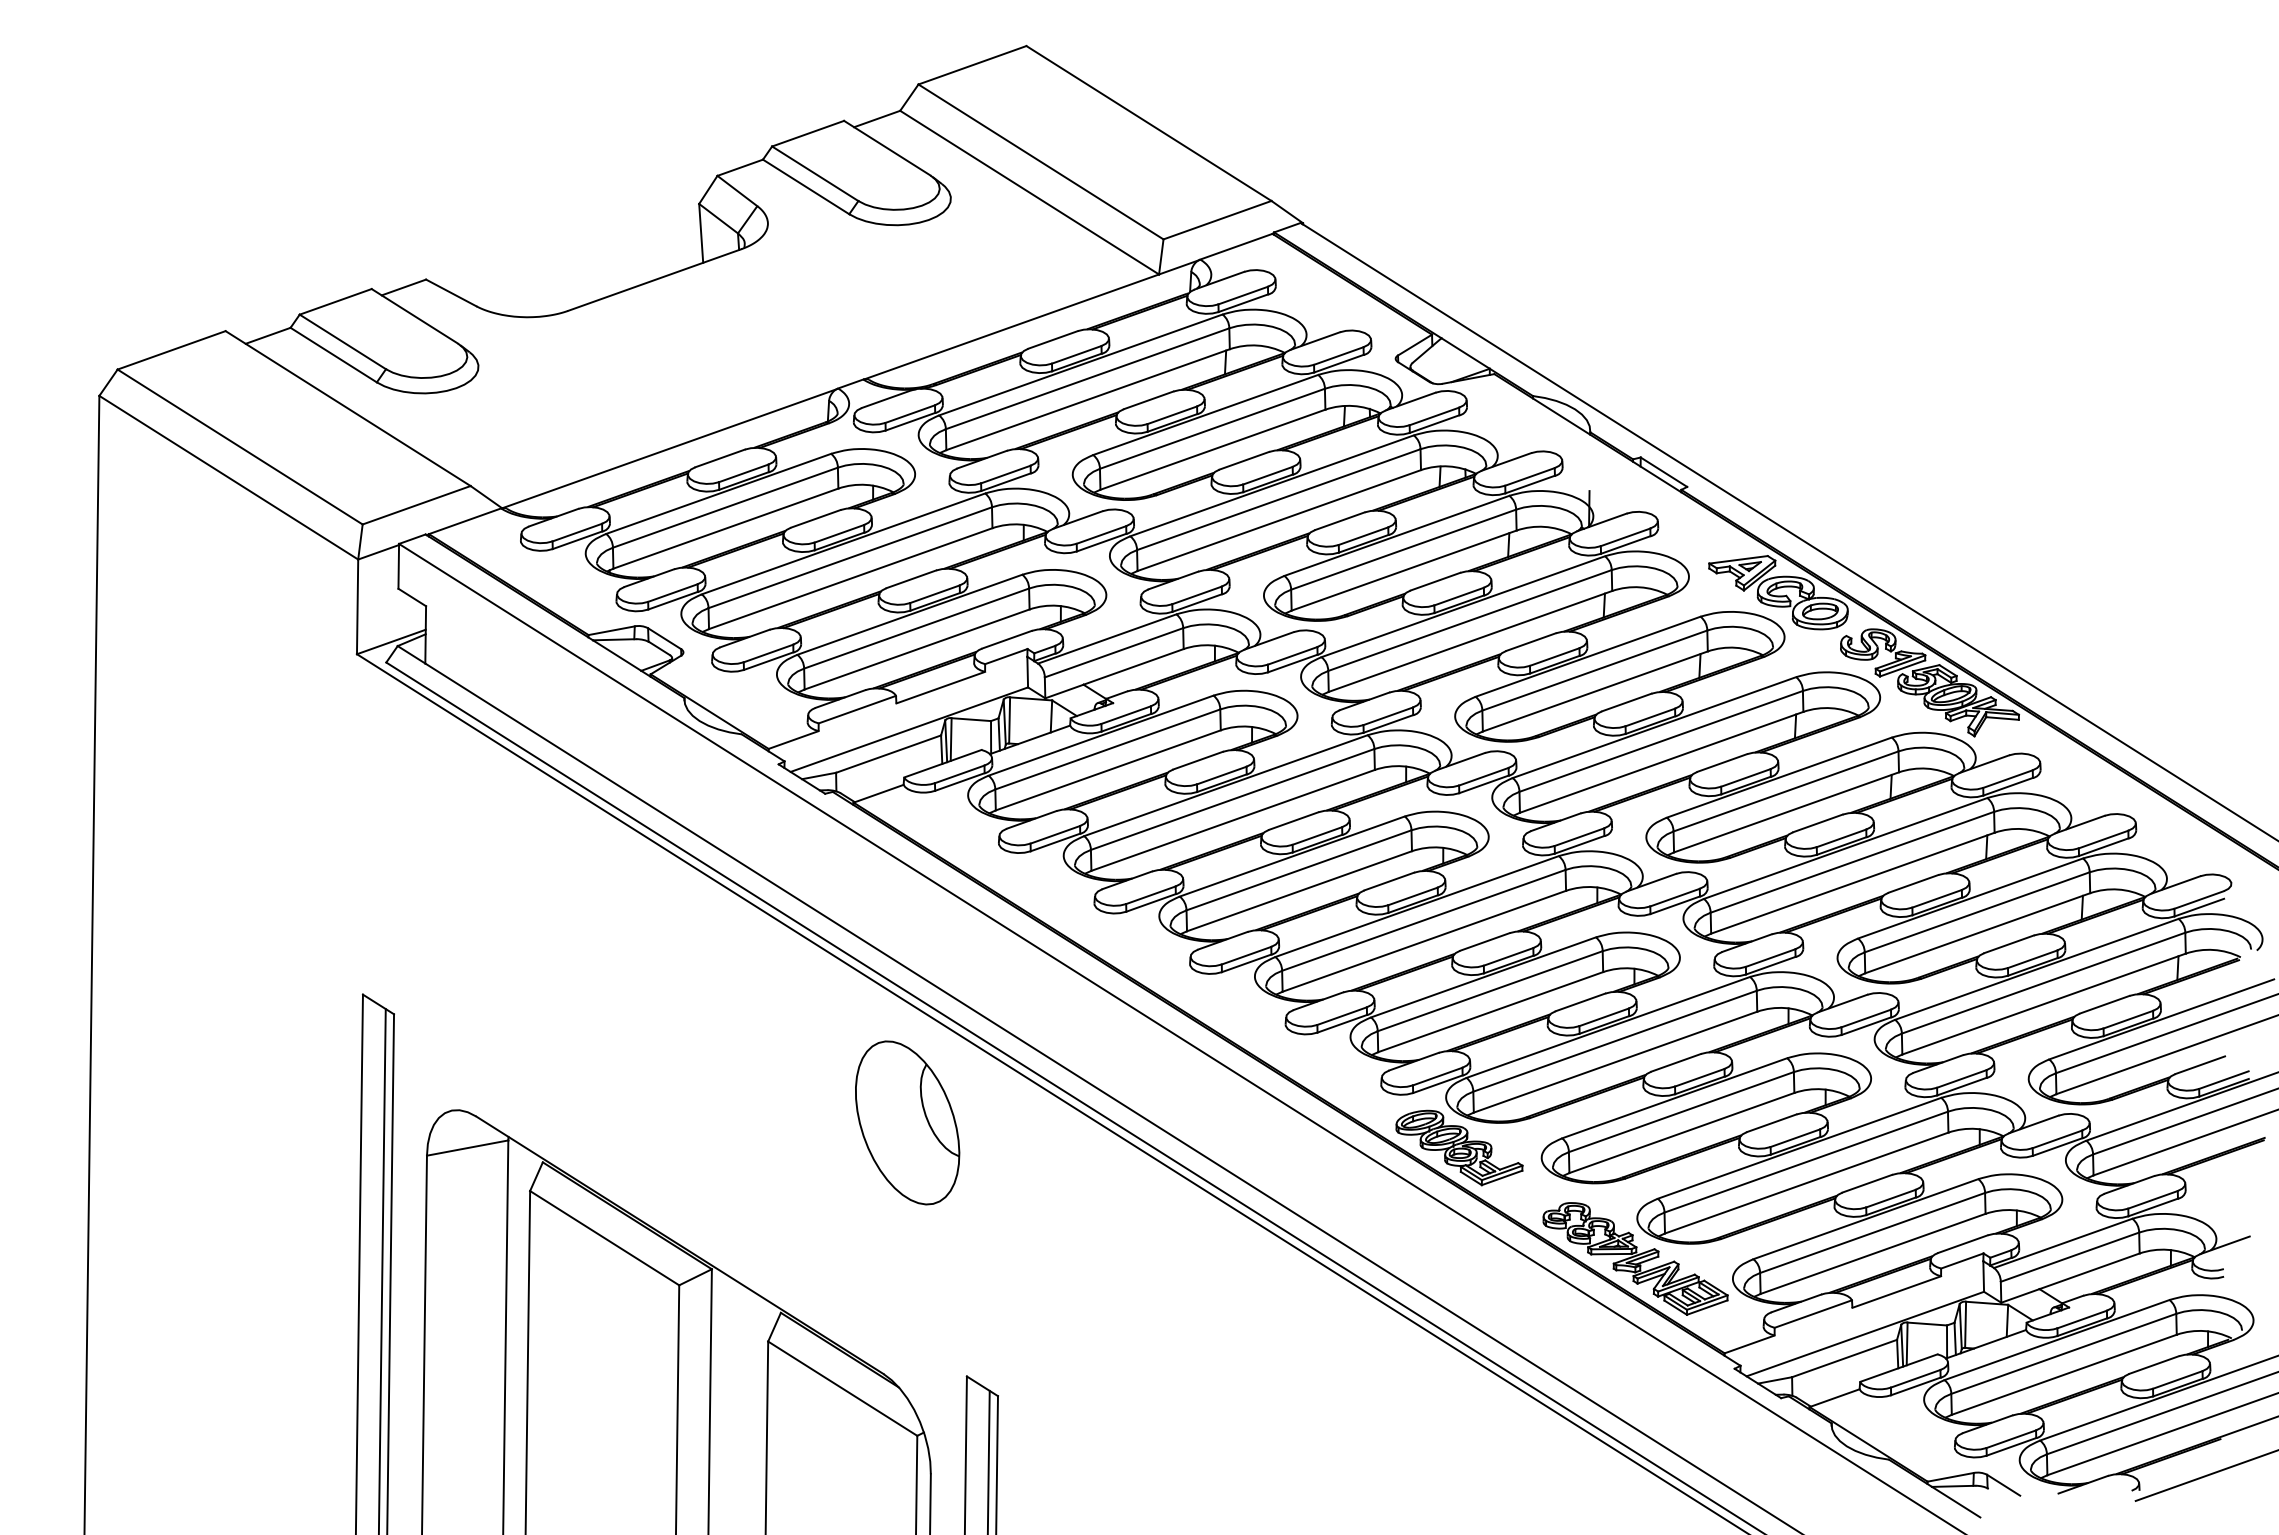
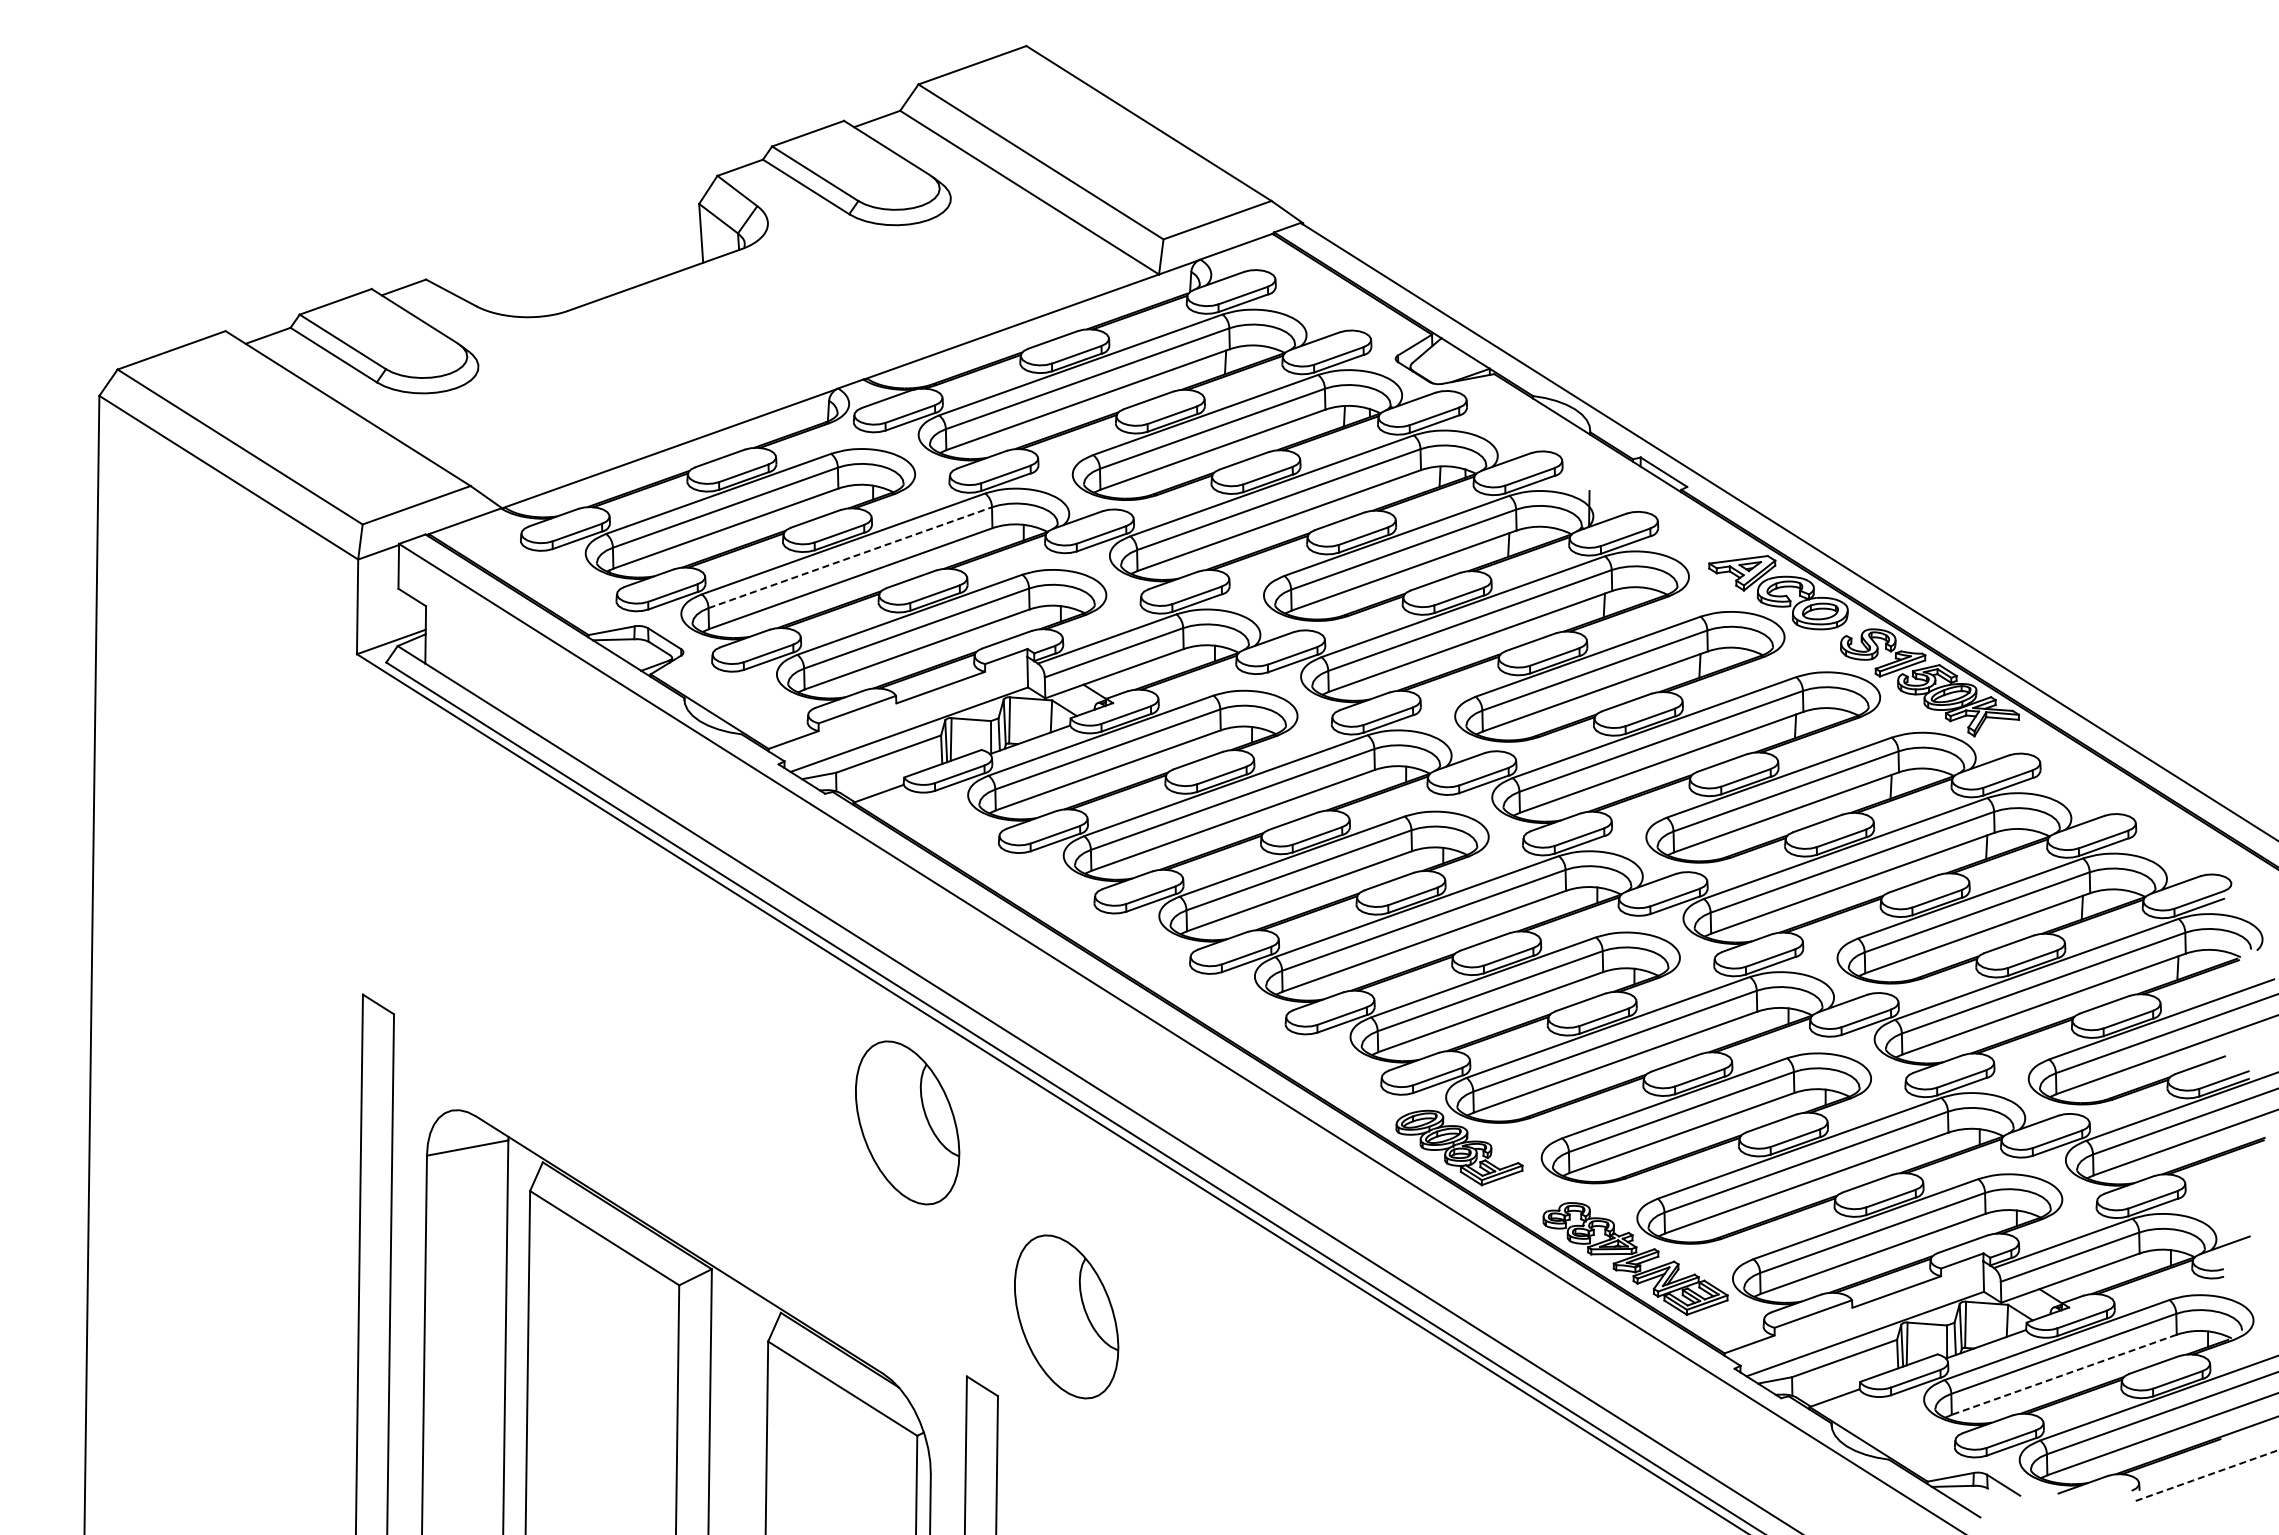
line at (850, 557): solid -> dashed
line at (381, 1270): present -> none
part at (1066, 1316): none -> present
line at (2063, 1374): solid -> dashed
line at (988, 1460): present -> none
line at (2207, 1475): solid -> dashed
